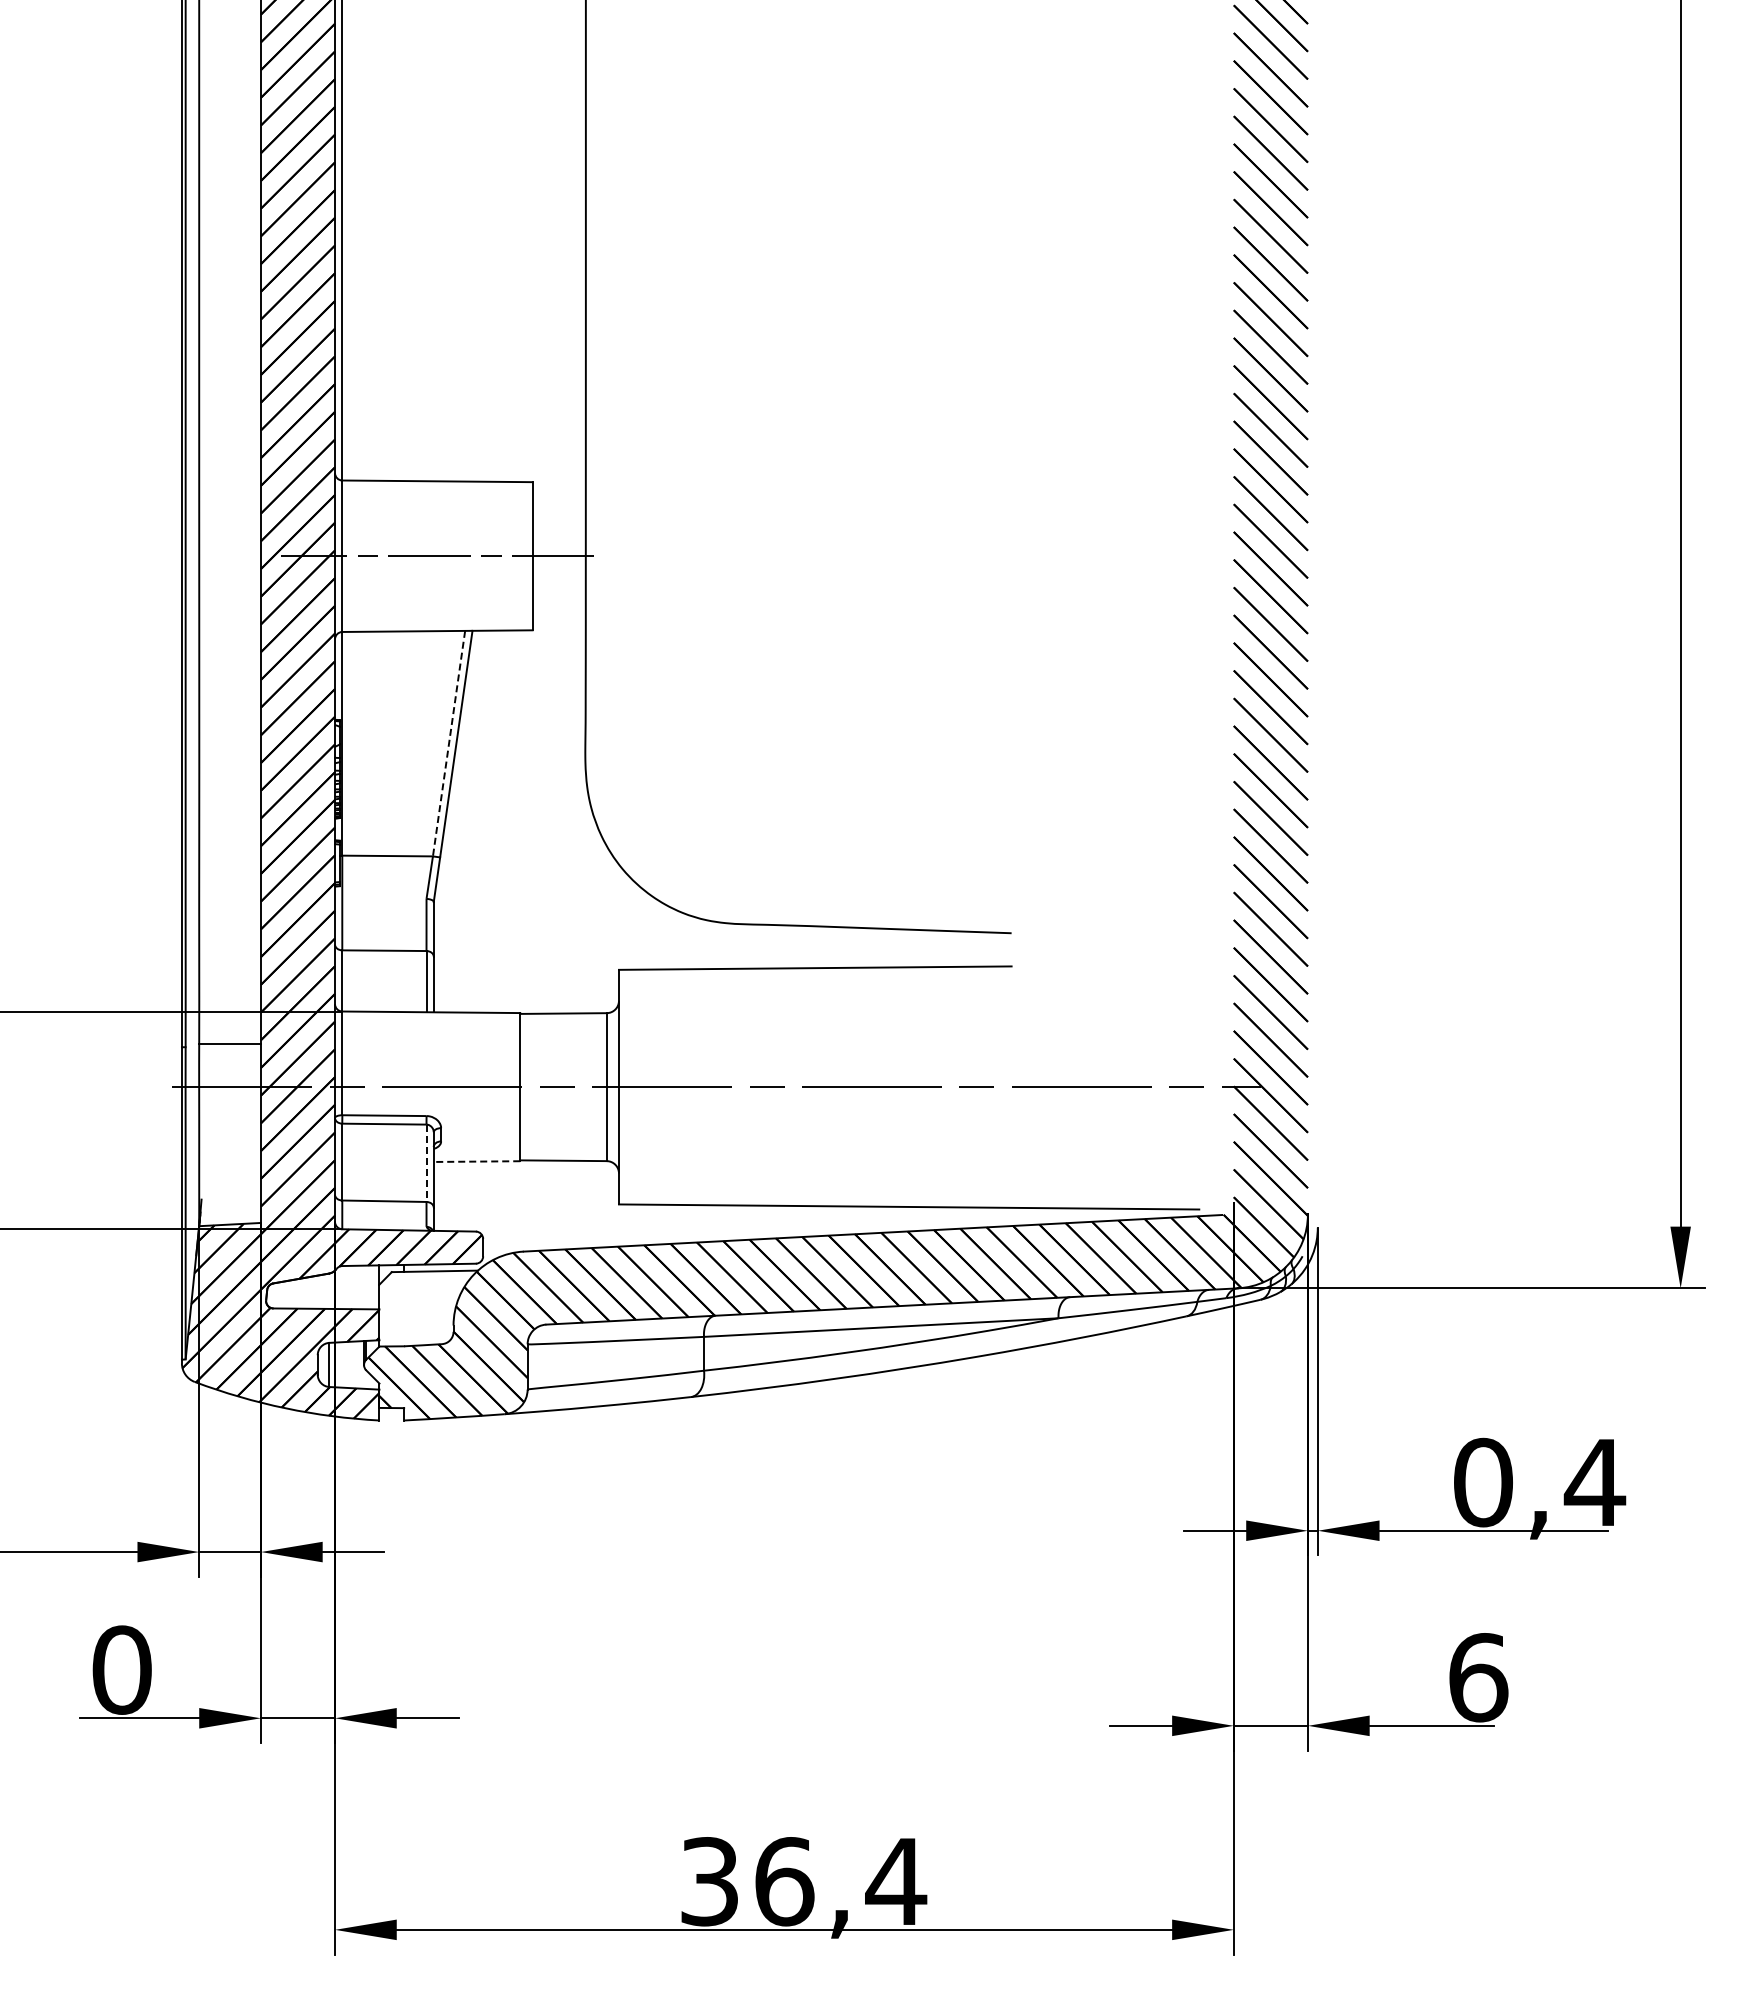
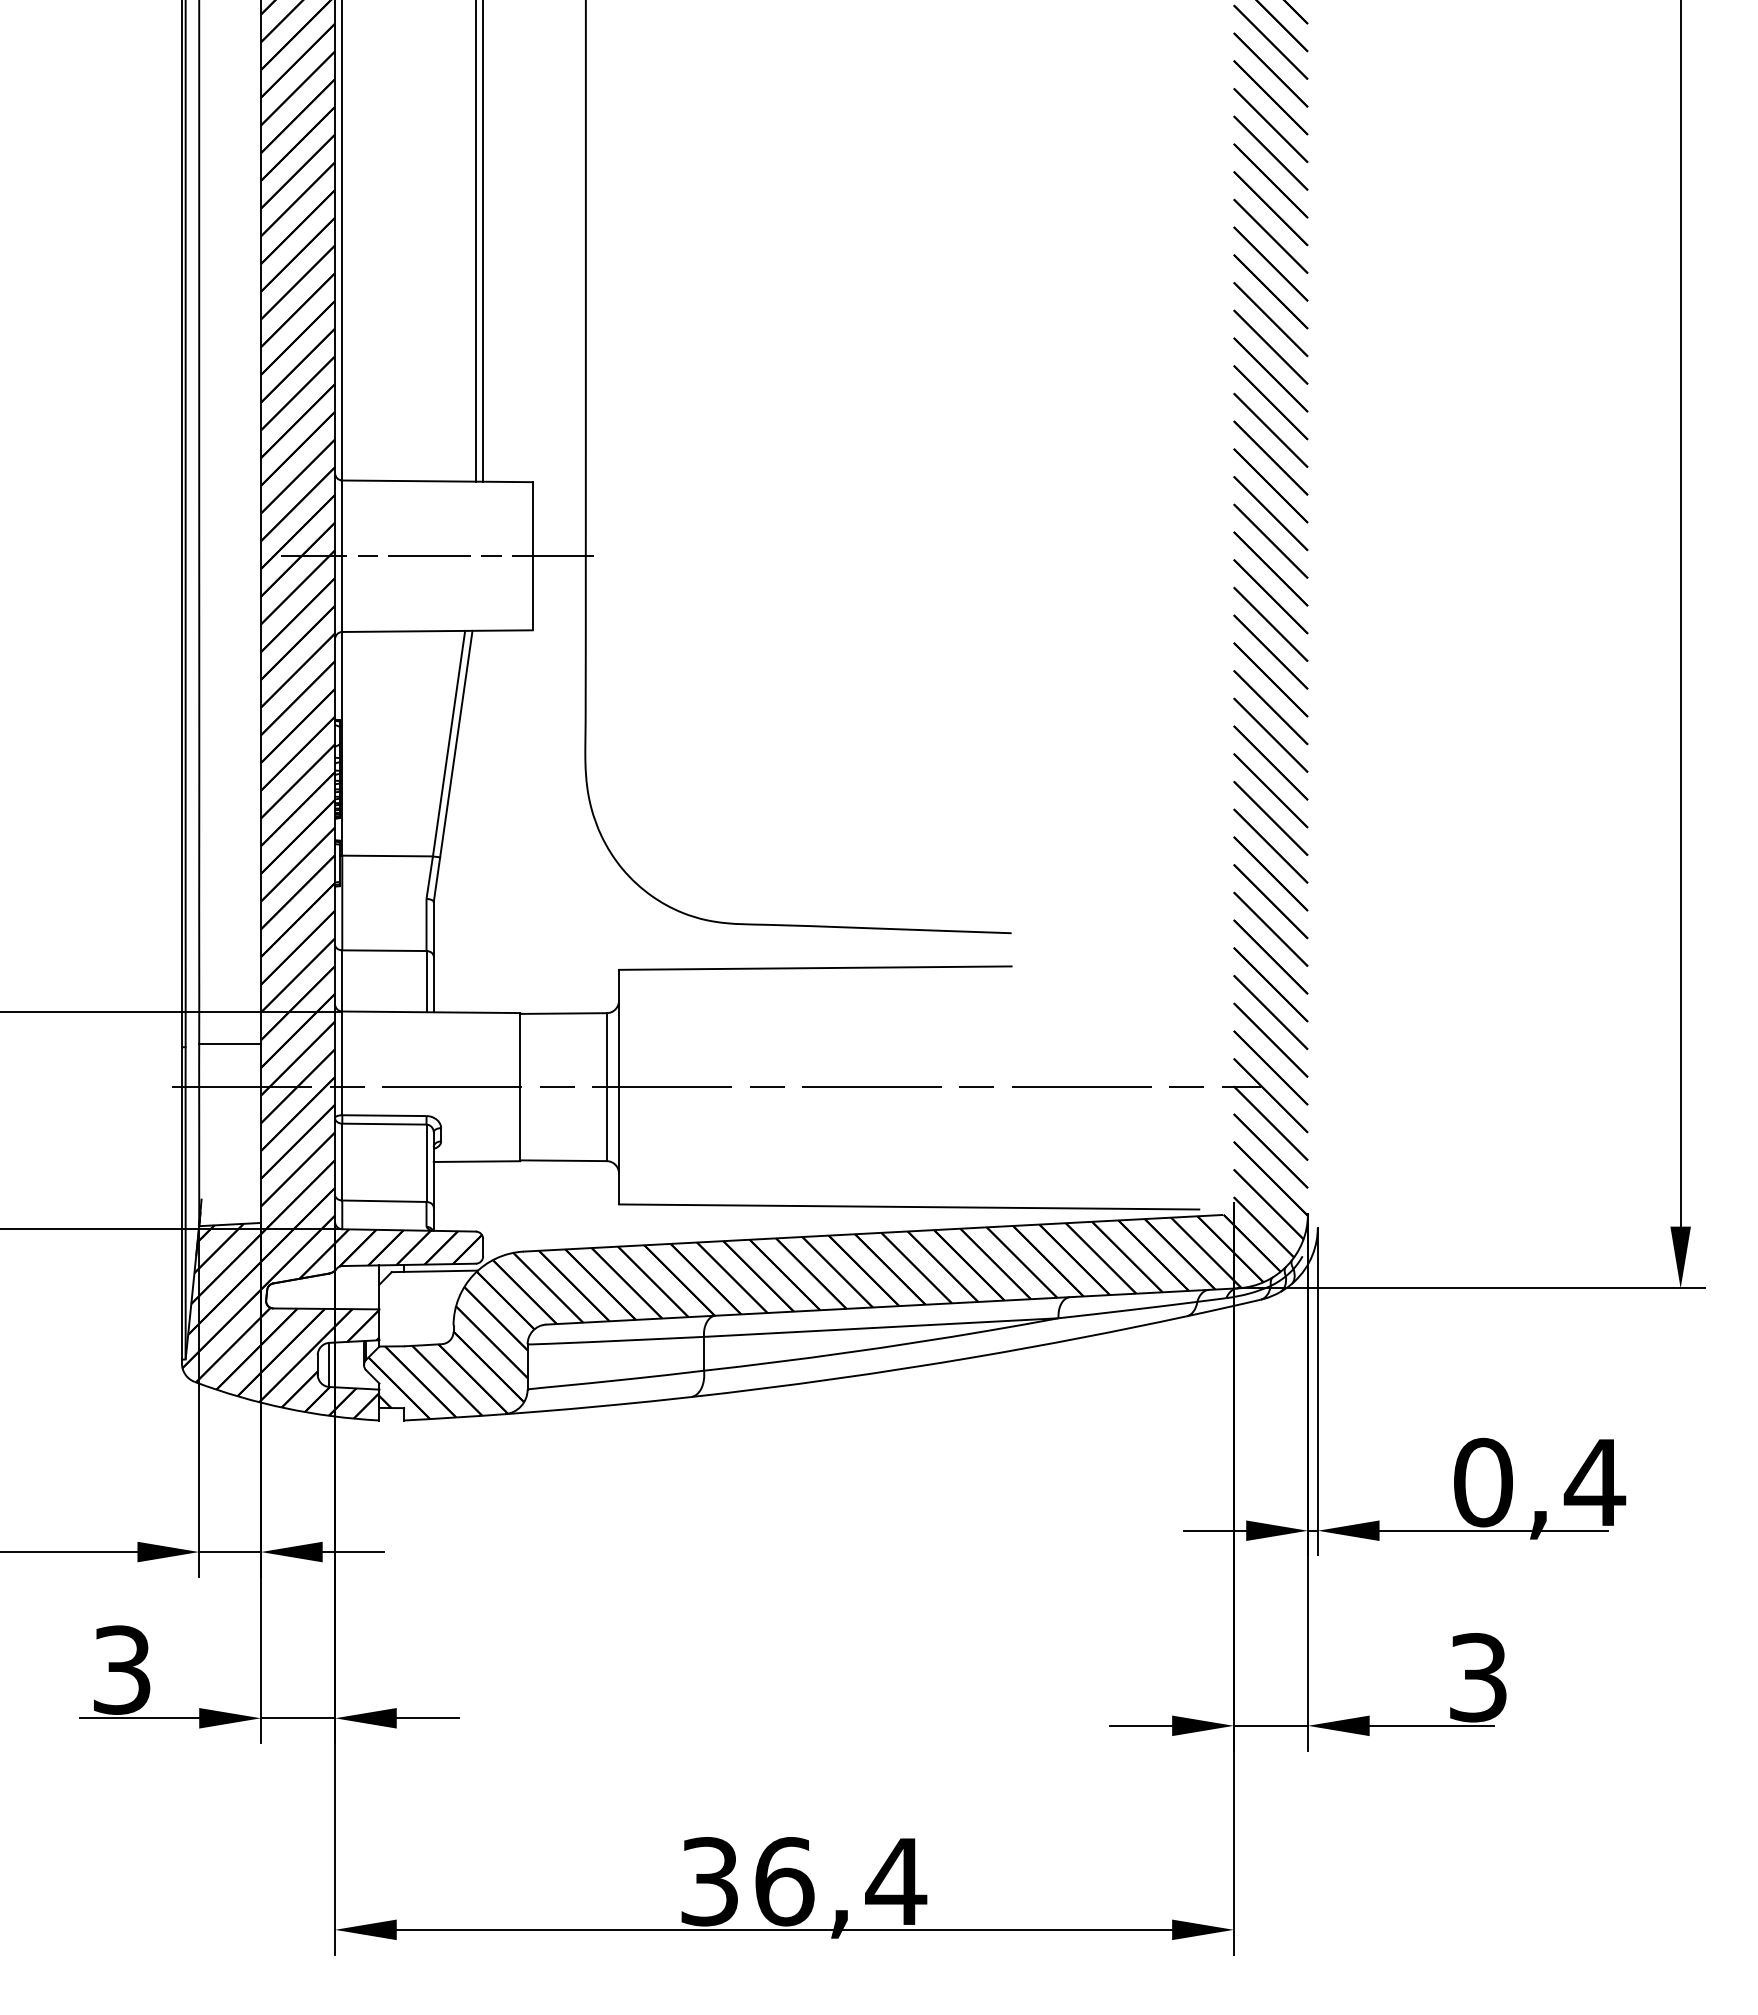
line at (475, 241): none -> present
line at (483, 241): none -> present
line at (449, 743): dashed -> solid
line at (476, 1161): dashed -> solid
line at (426, 1163): dashed -> solid
text at (121, 1669): 0 -> 3
text at (1478, 1677): 6 -> 3
